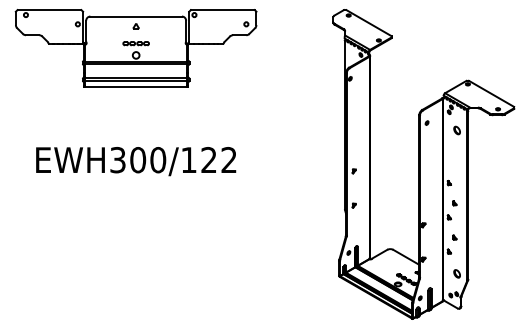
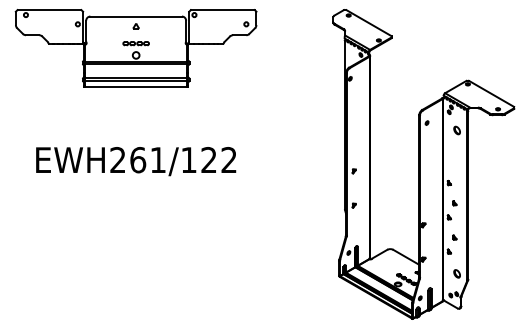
text at (138, 160): EWH300/122 -> EWH261/122
